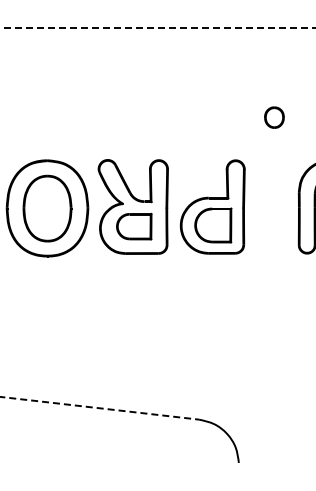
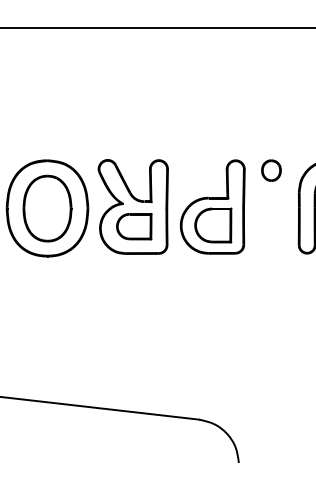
line at (158, 28): dashed -> solid
part at (274, 117) position: (274, 117) -> (271, 170)
line at (100, 408): dashed -> solid
